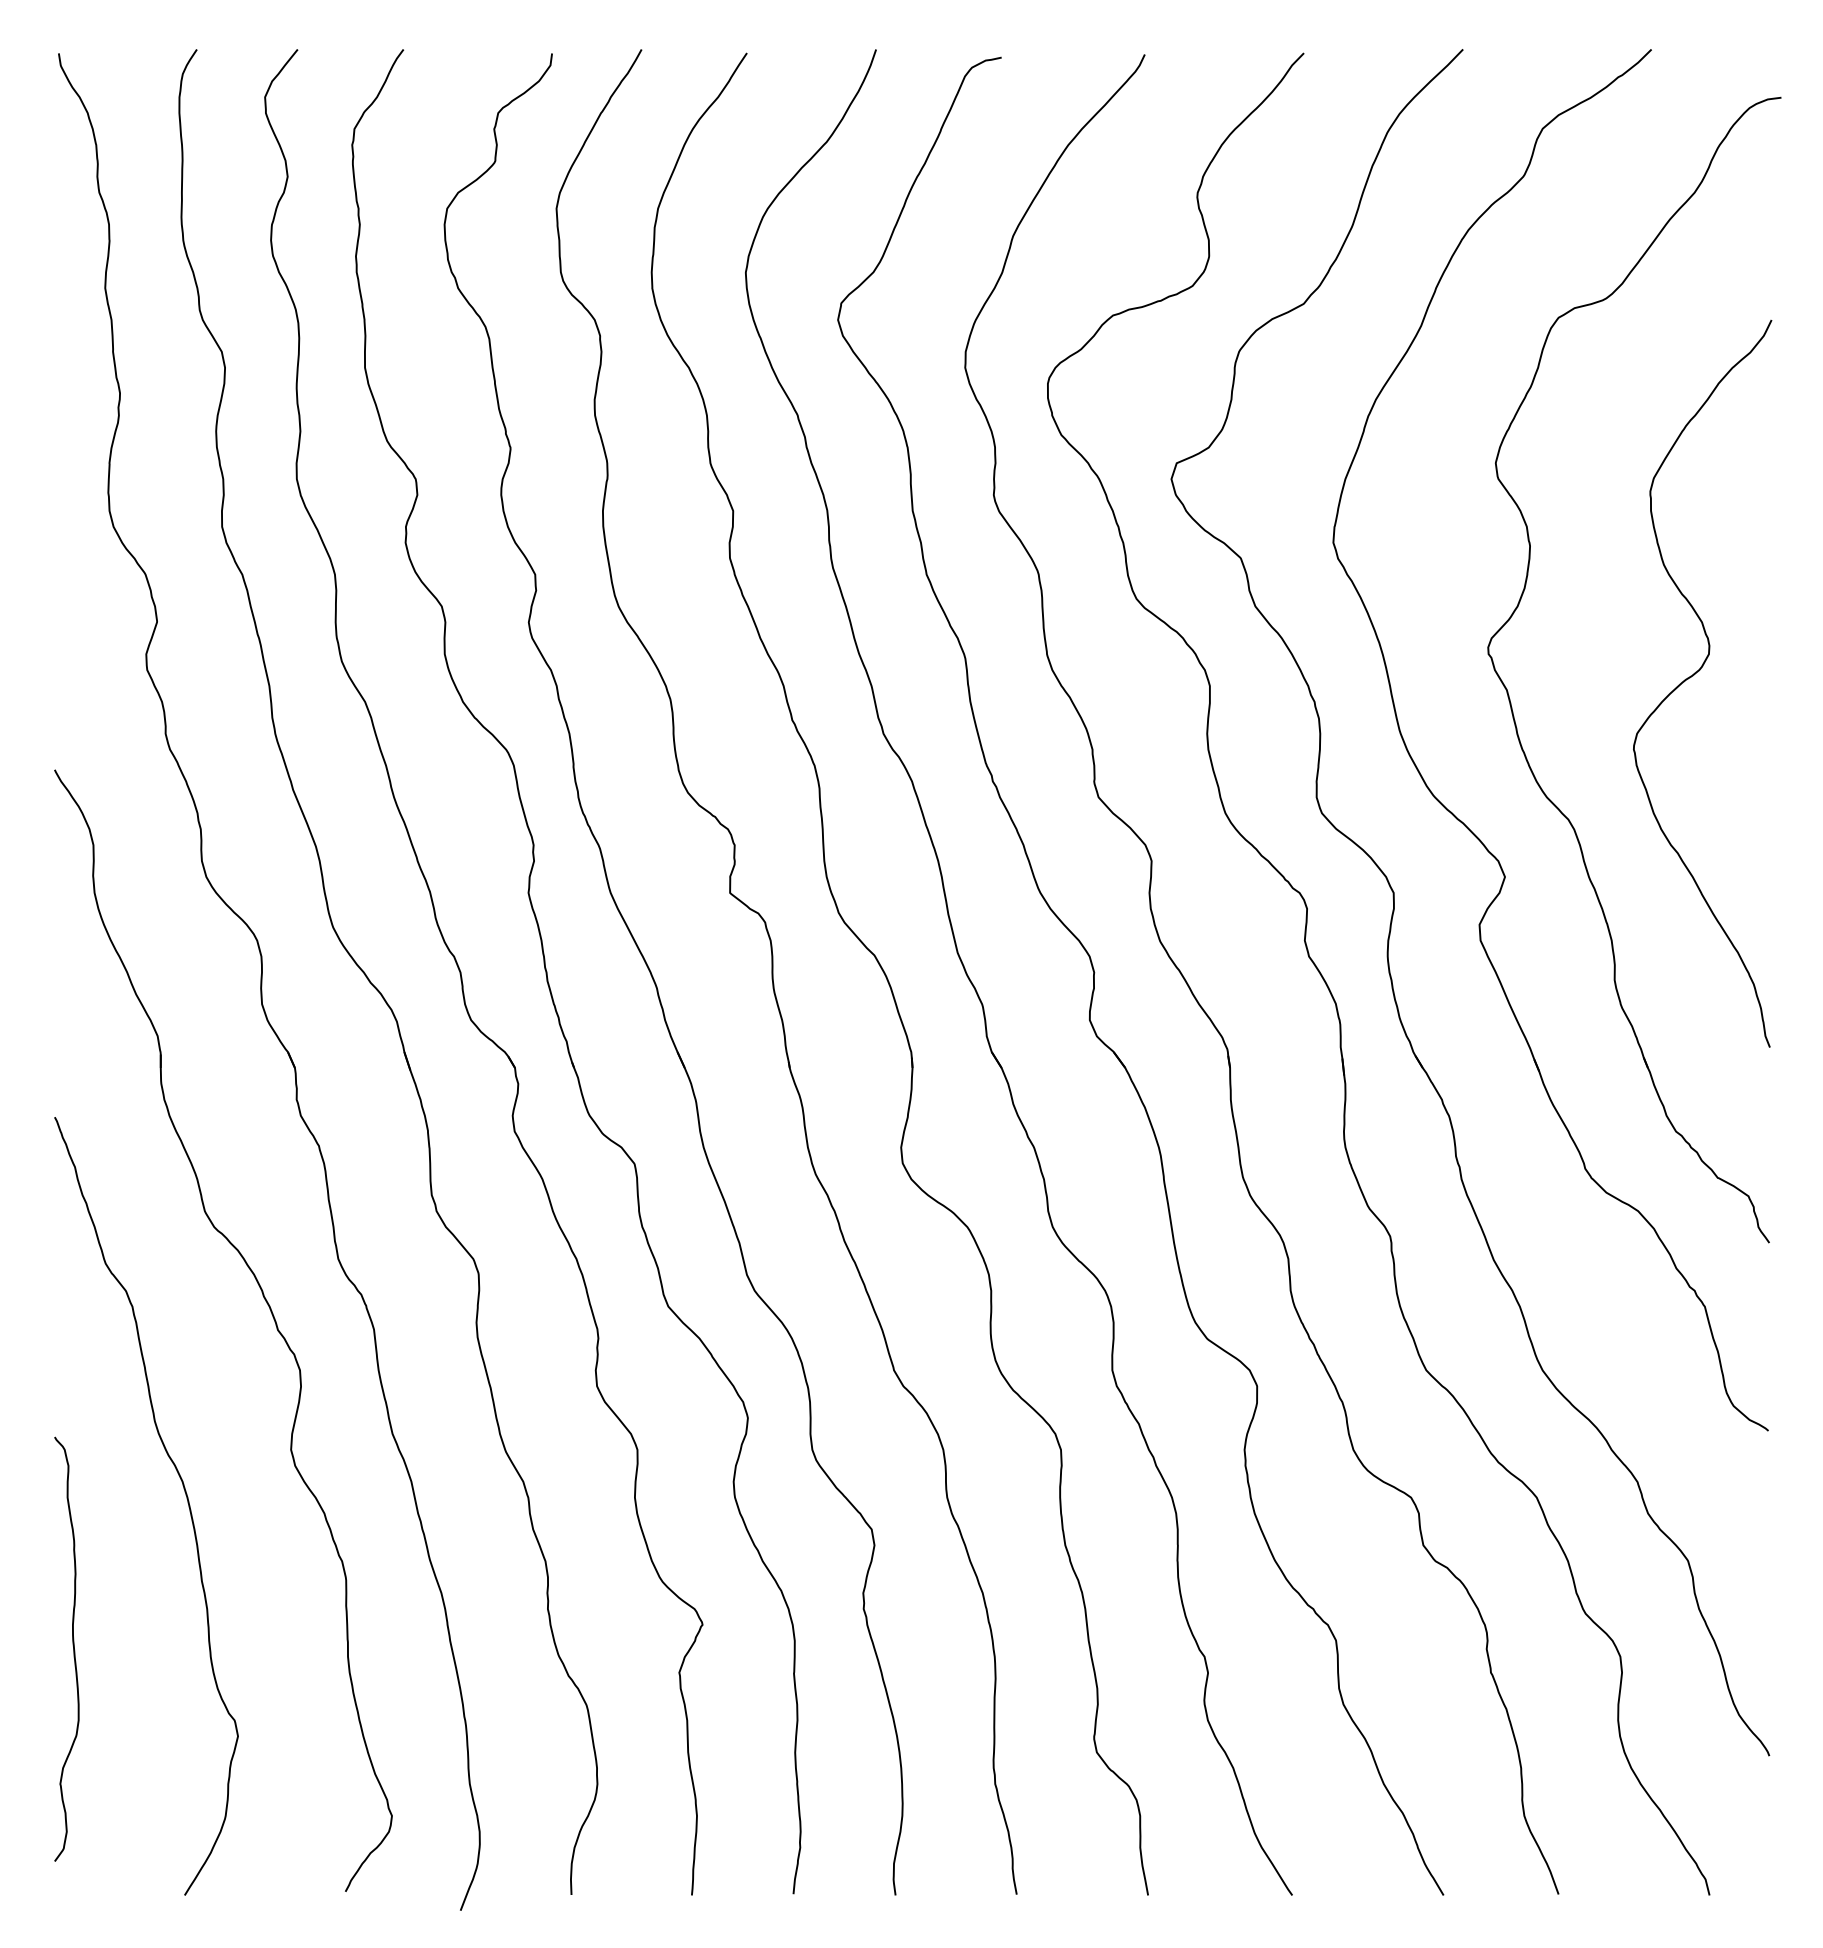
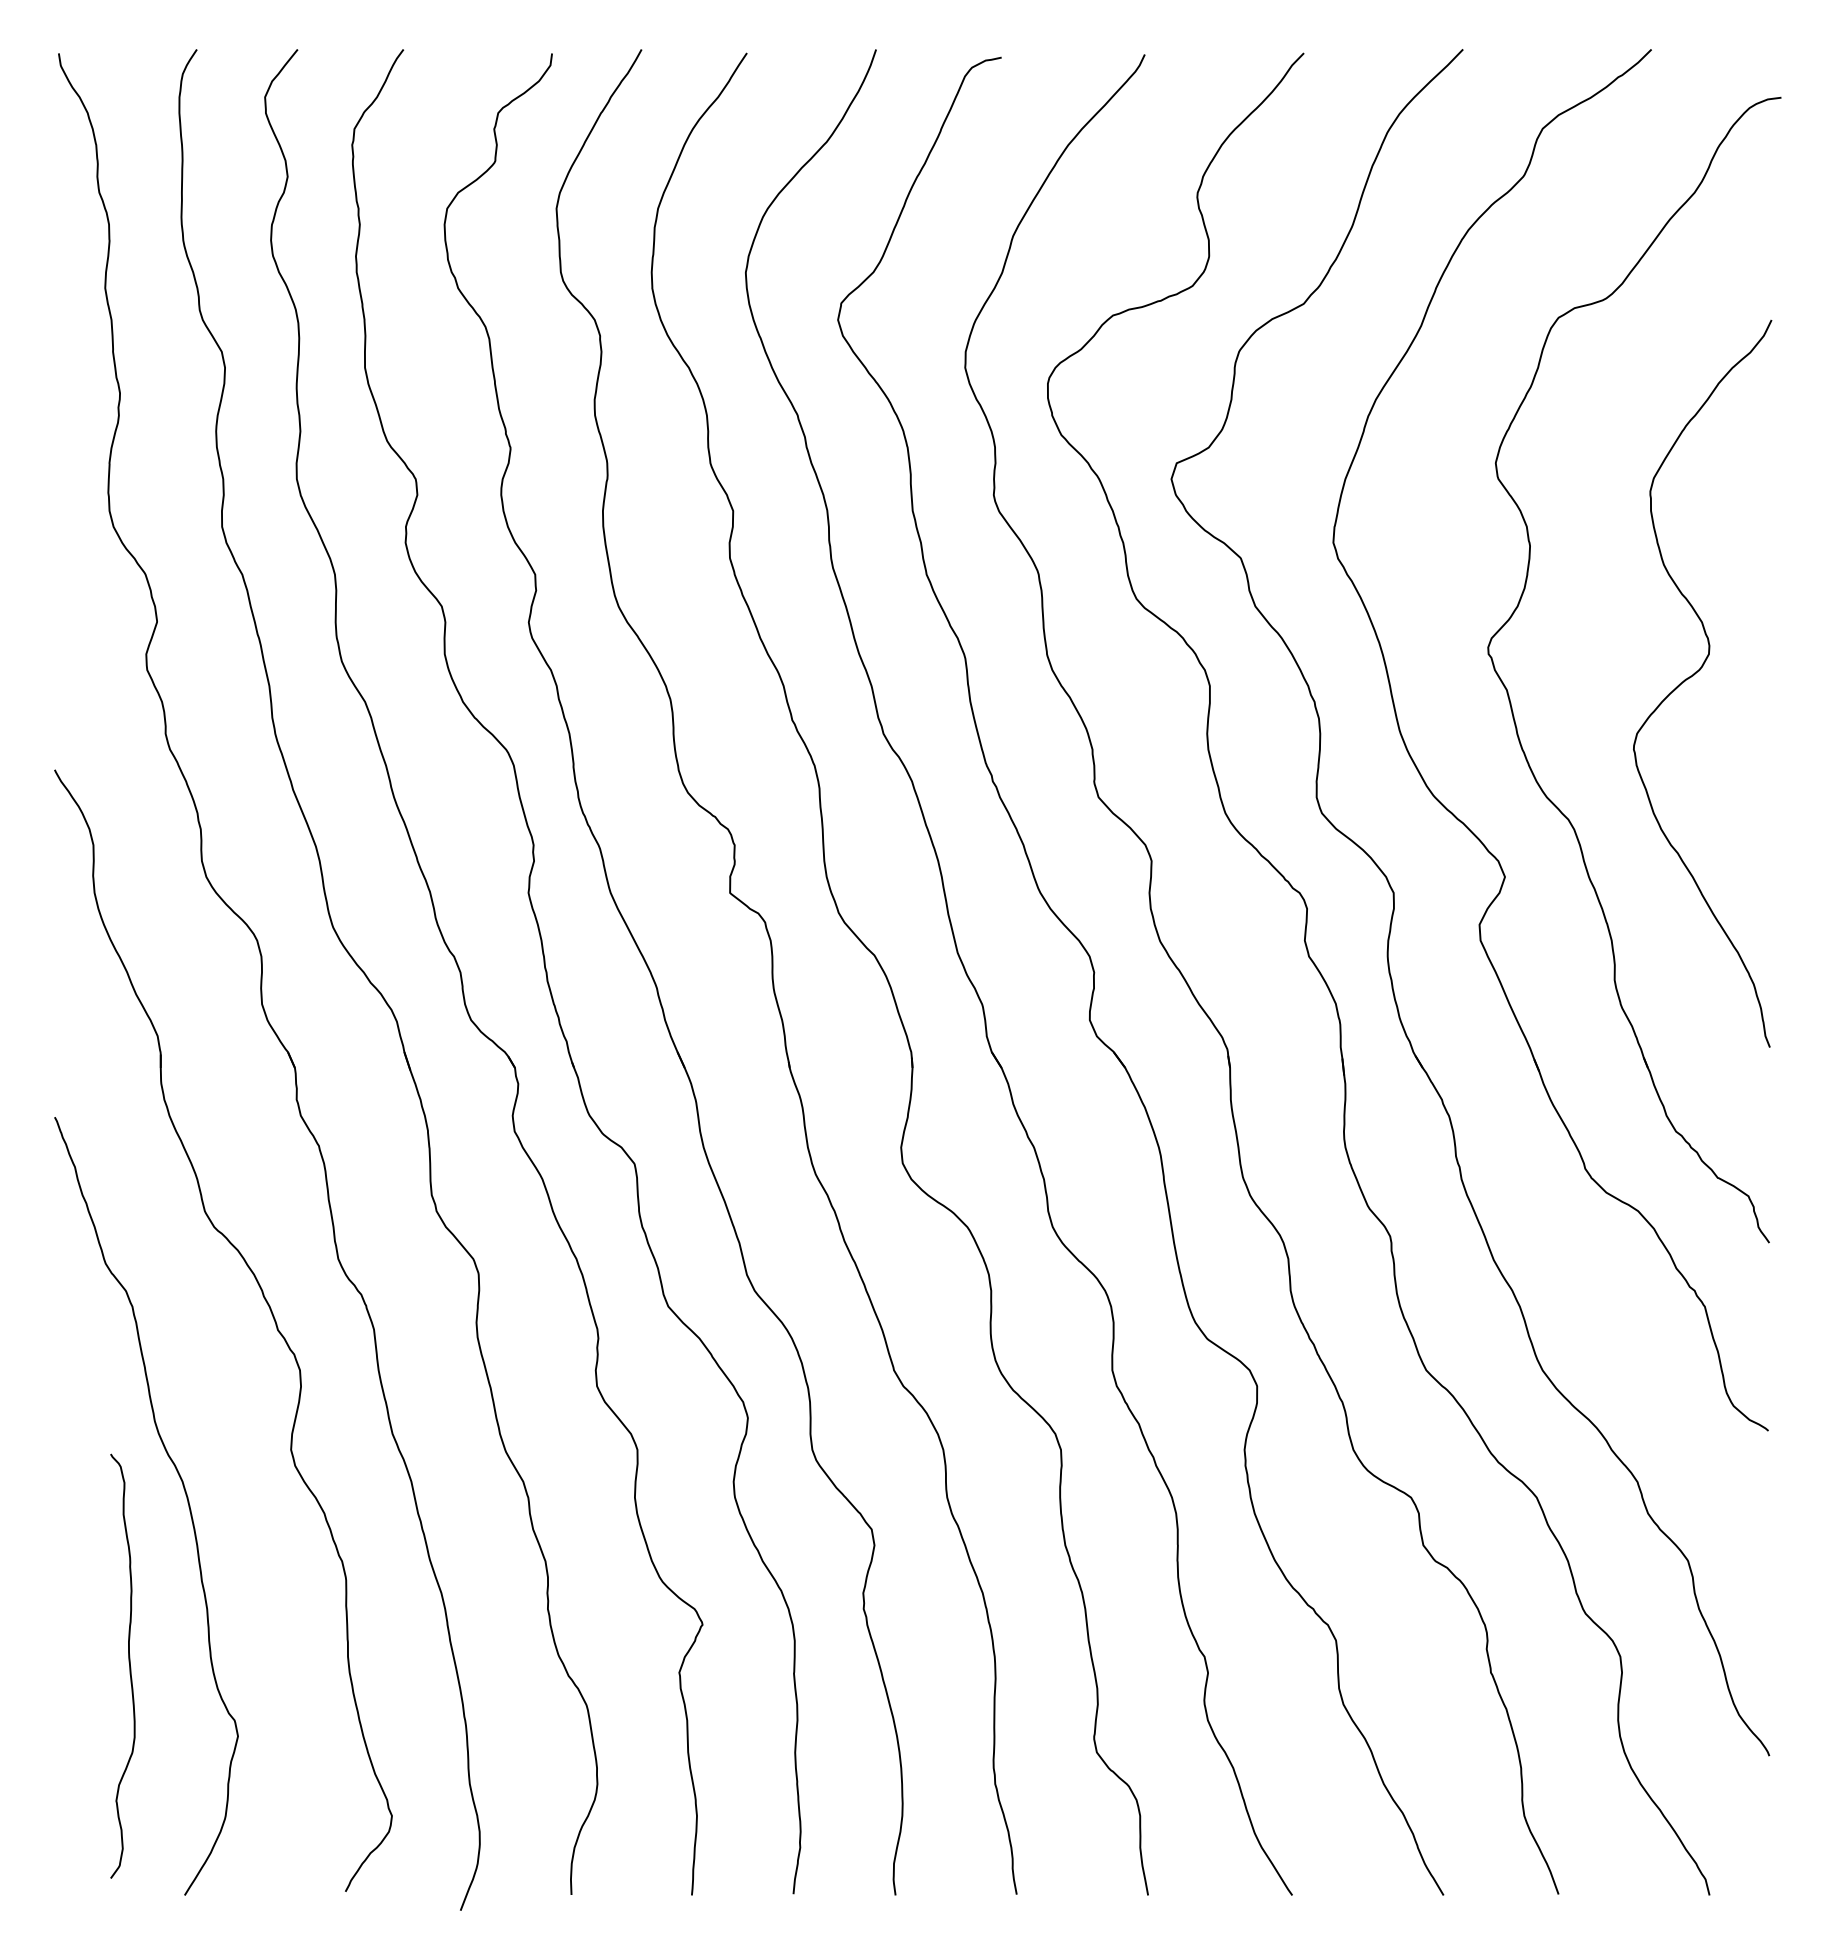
curve at (72, 1645) position: (72, 1645) -> (128, 1662)
